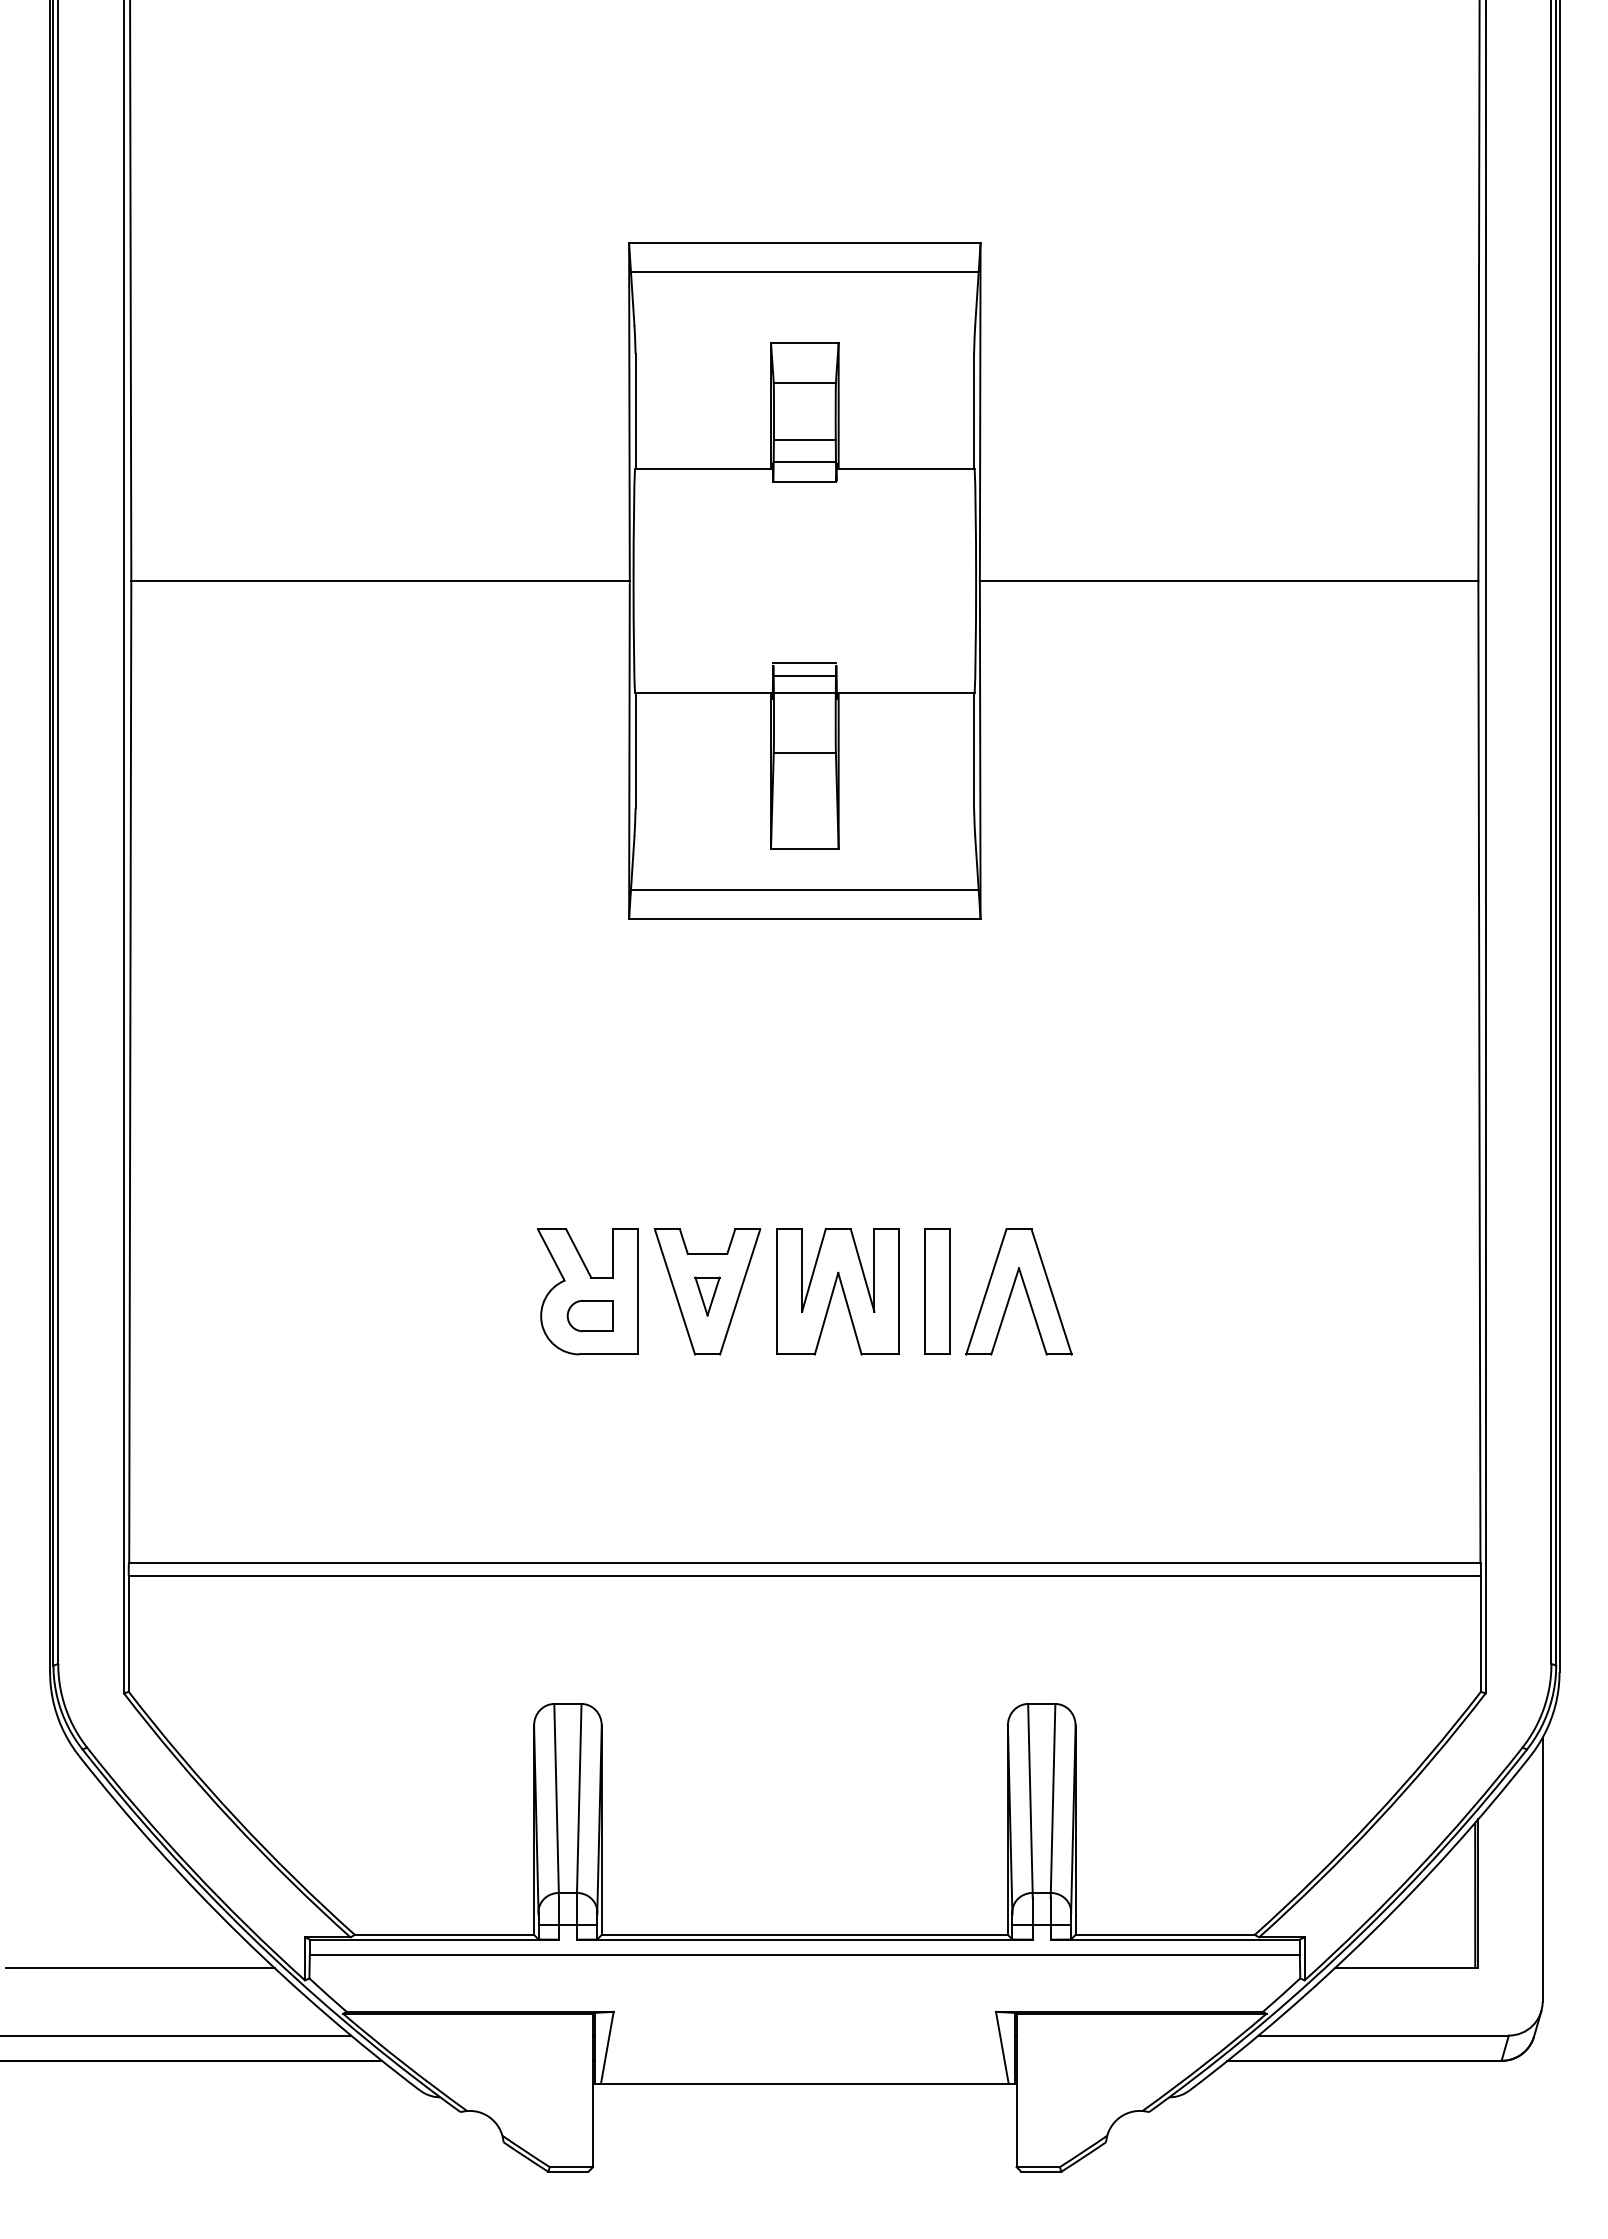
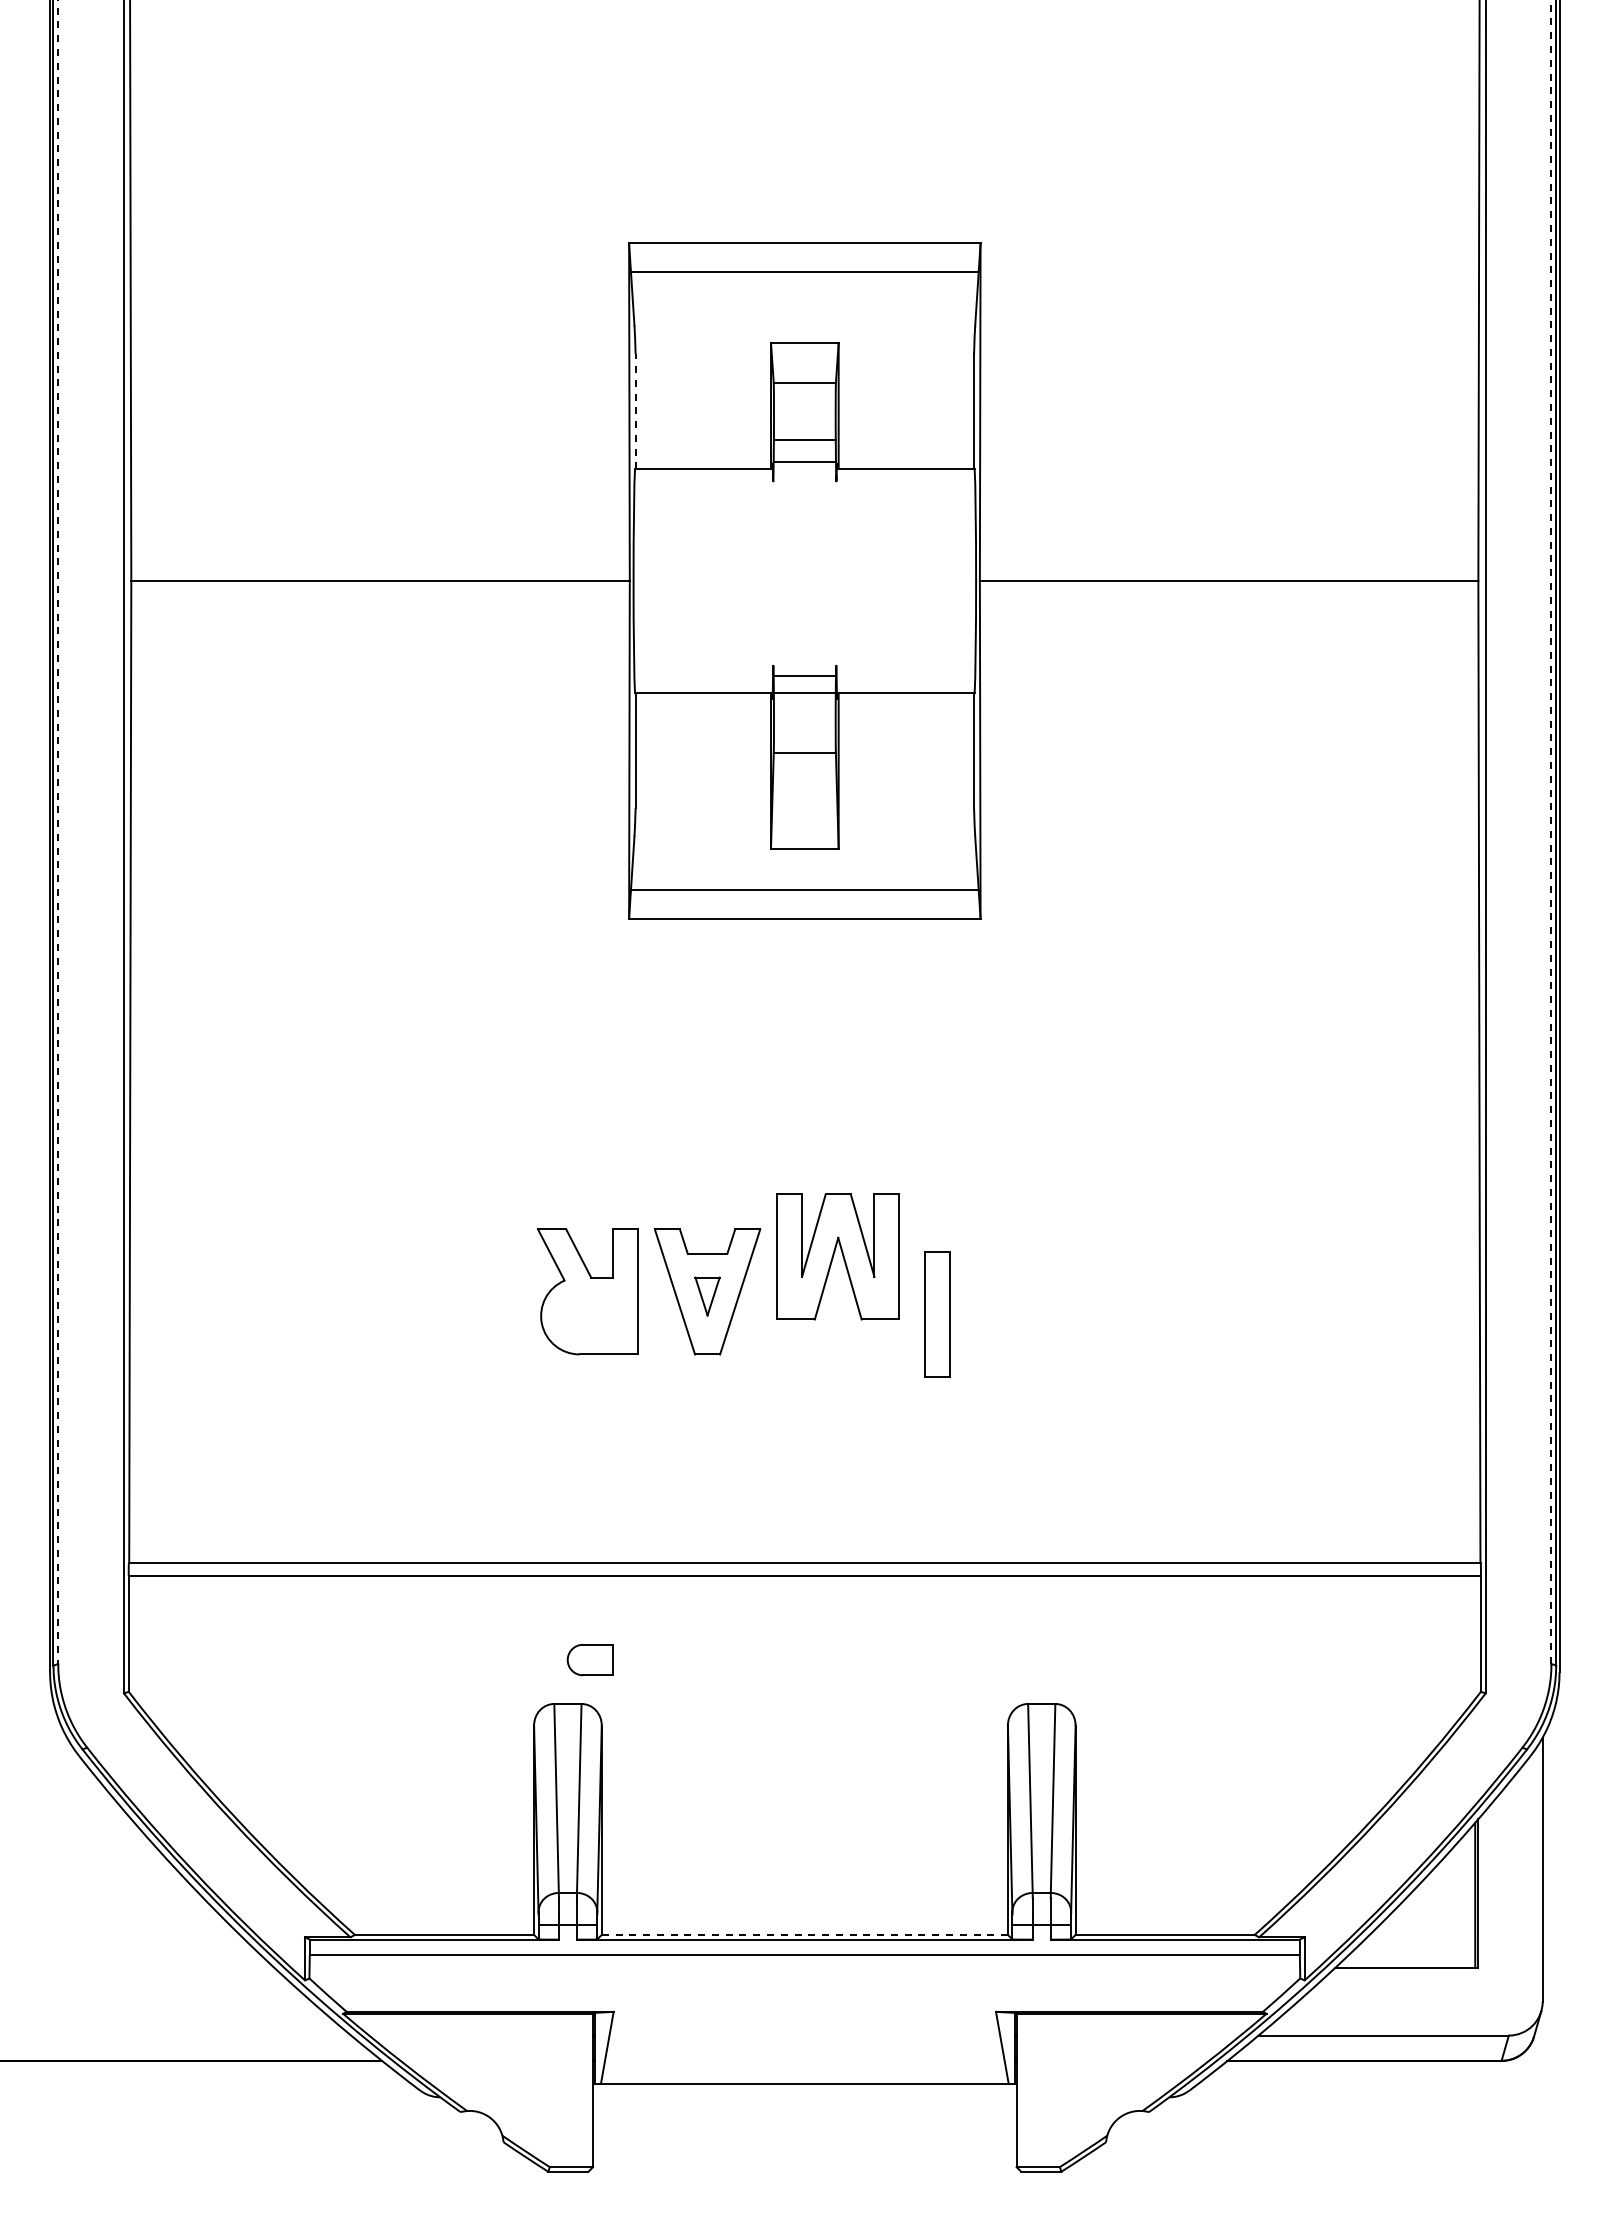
line at (635, 411): solid -> dashed
line at (804, 481): present -> none
line at (804, 663): present -> none
line at (58, 832): solid -> dashed
line at (1551, 832): solid -> dashed
part at (837, 1291) position: (837, 1291) -> (837, 1256)
part at (937, 1291) position: (937, 1291) -> (937, 1314)
part at (1018, 1291): present -> none
part at (589, 1315) position: (589, 1315) -> (589, 1659)
line at (805, 1934): solid -> dashed
line at (140, 1968): present -> none
line at (176, 2035): present -> none
